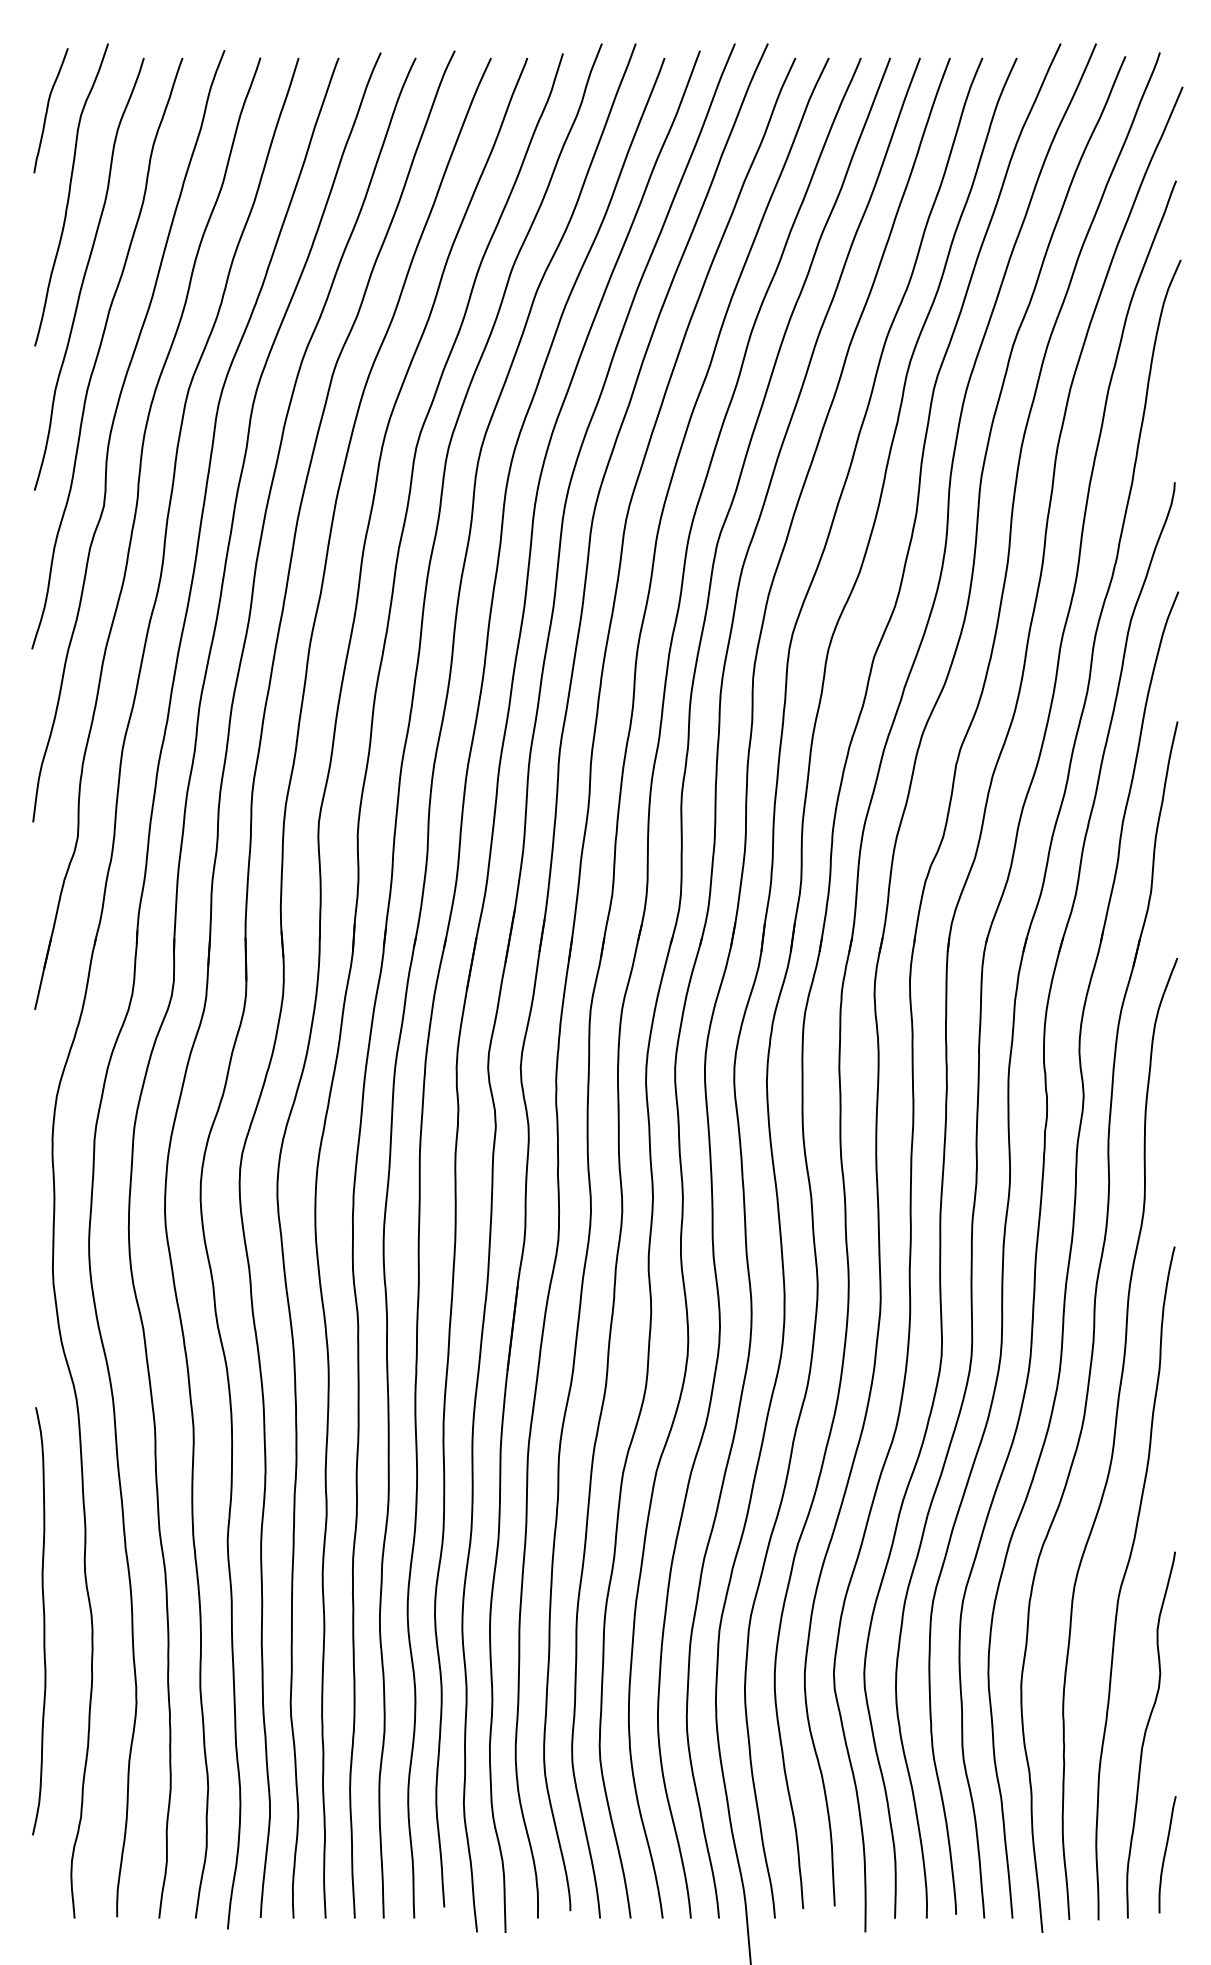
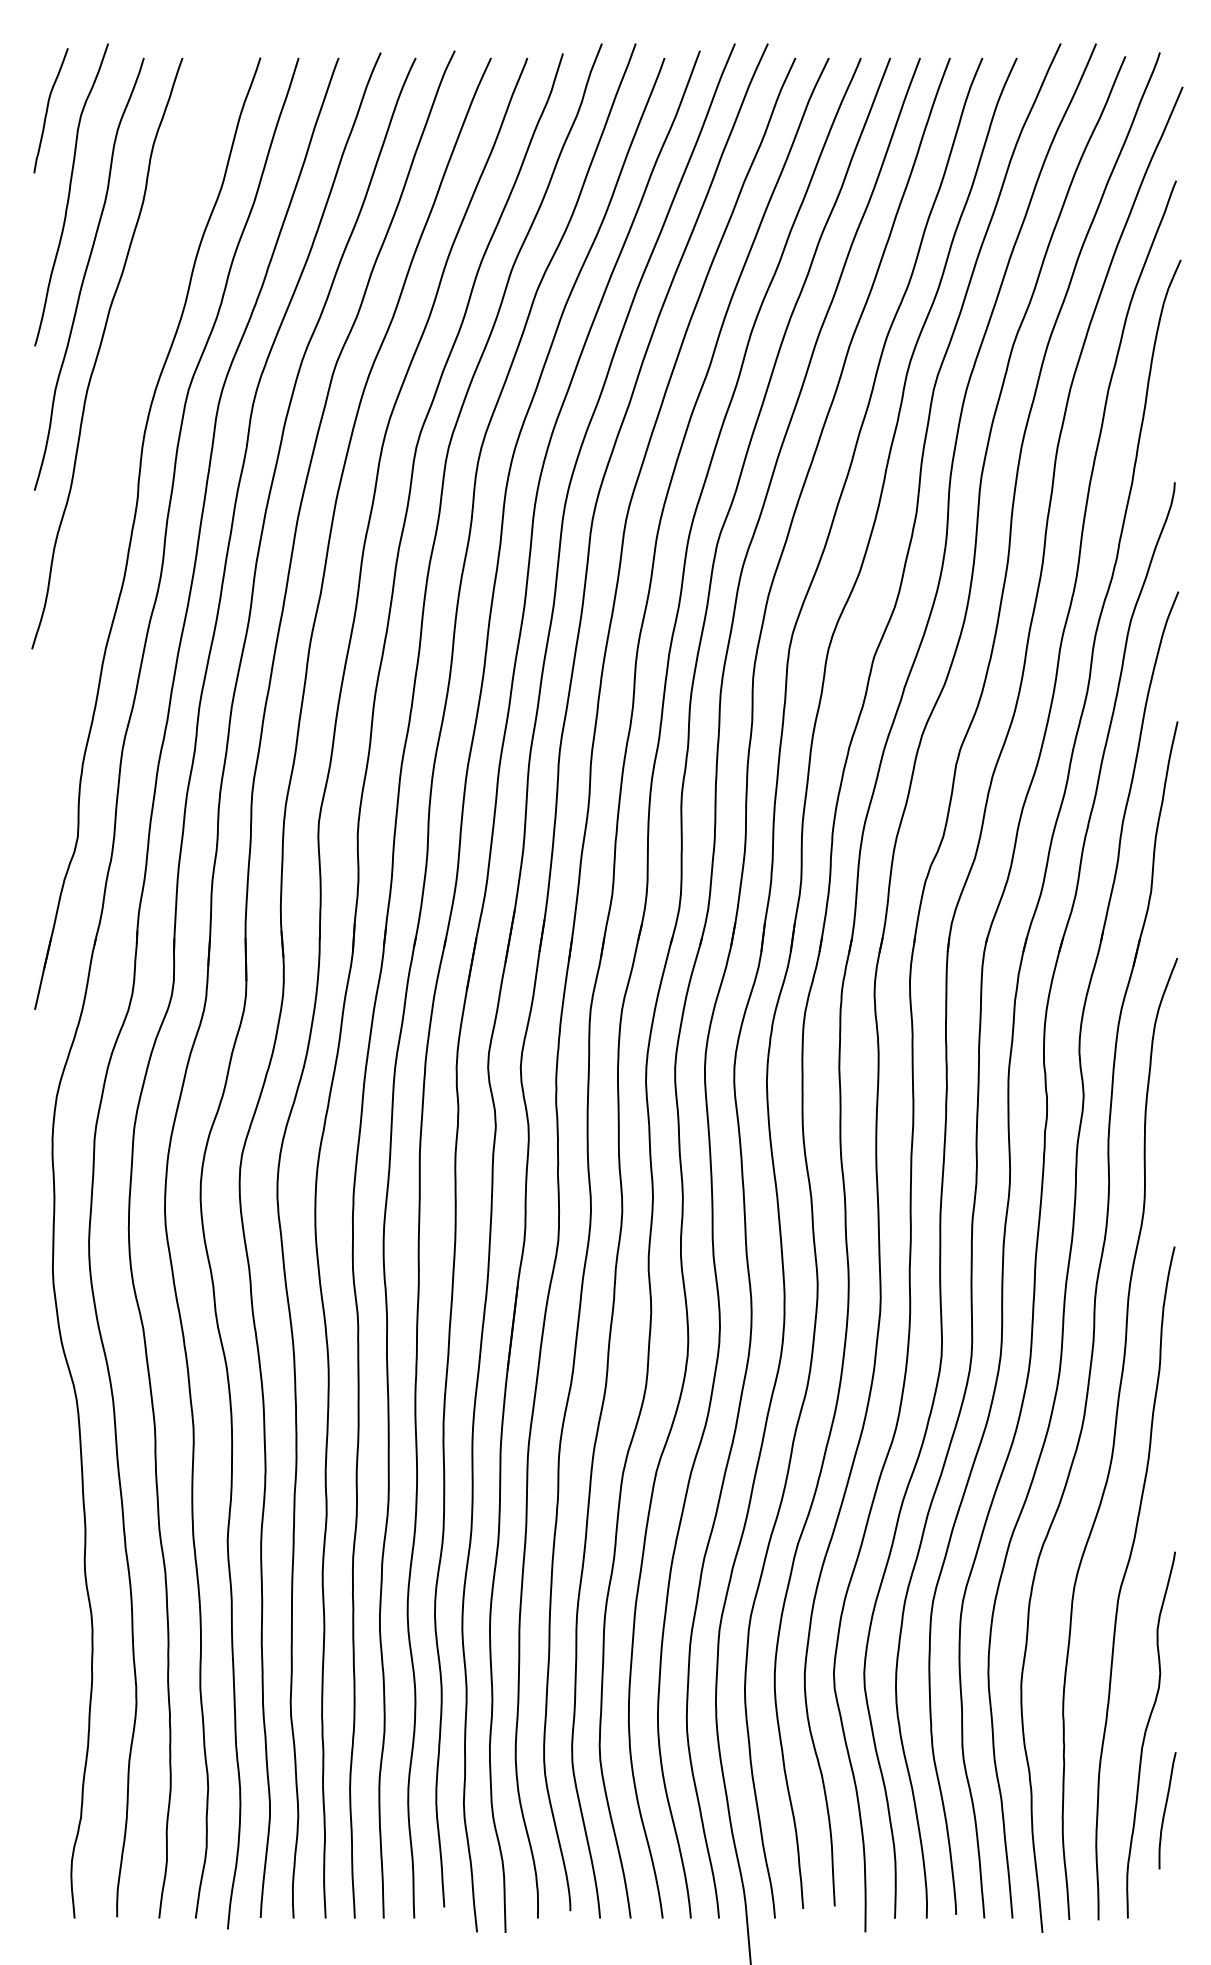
curve at (111, 435): present -> none
curve at (43, 1621): present -> none
curve at (1165, 1854) position: (1165, 1854) -> (1165, 1810)
